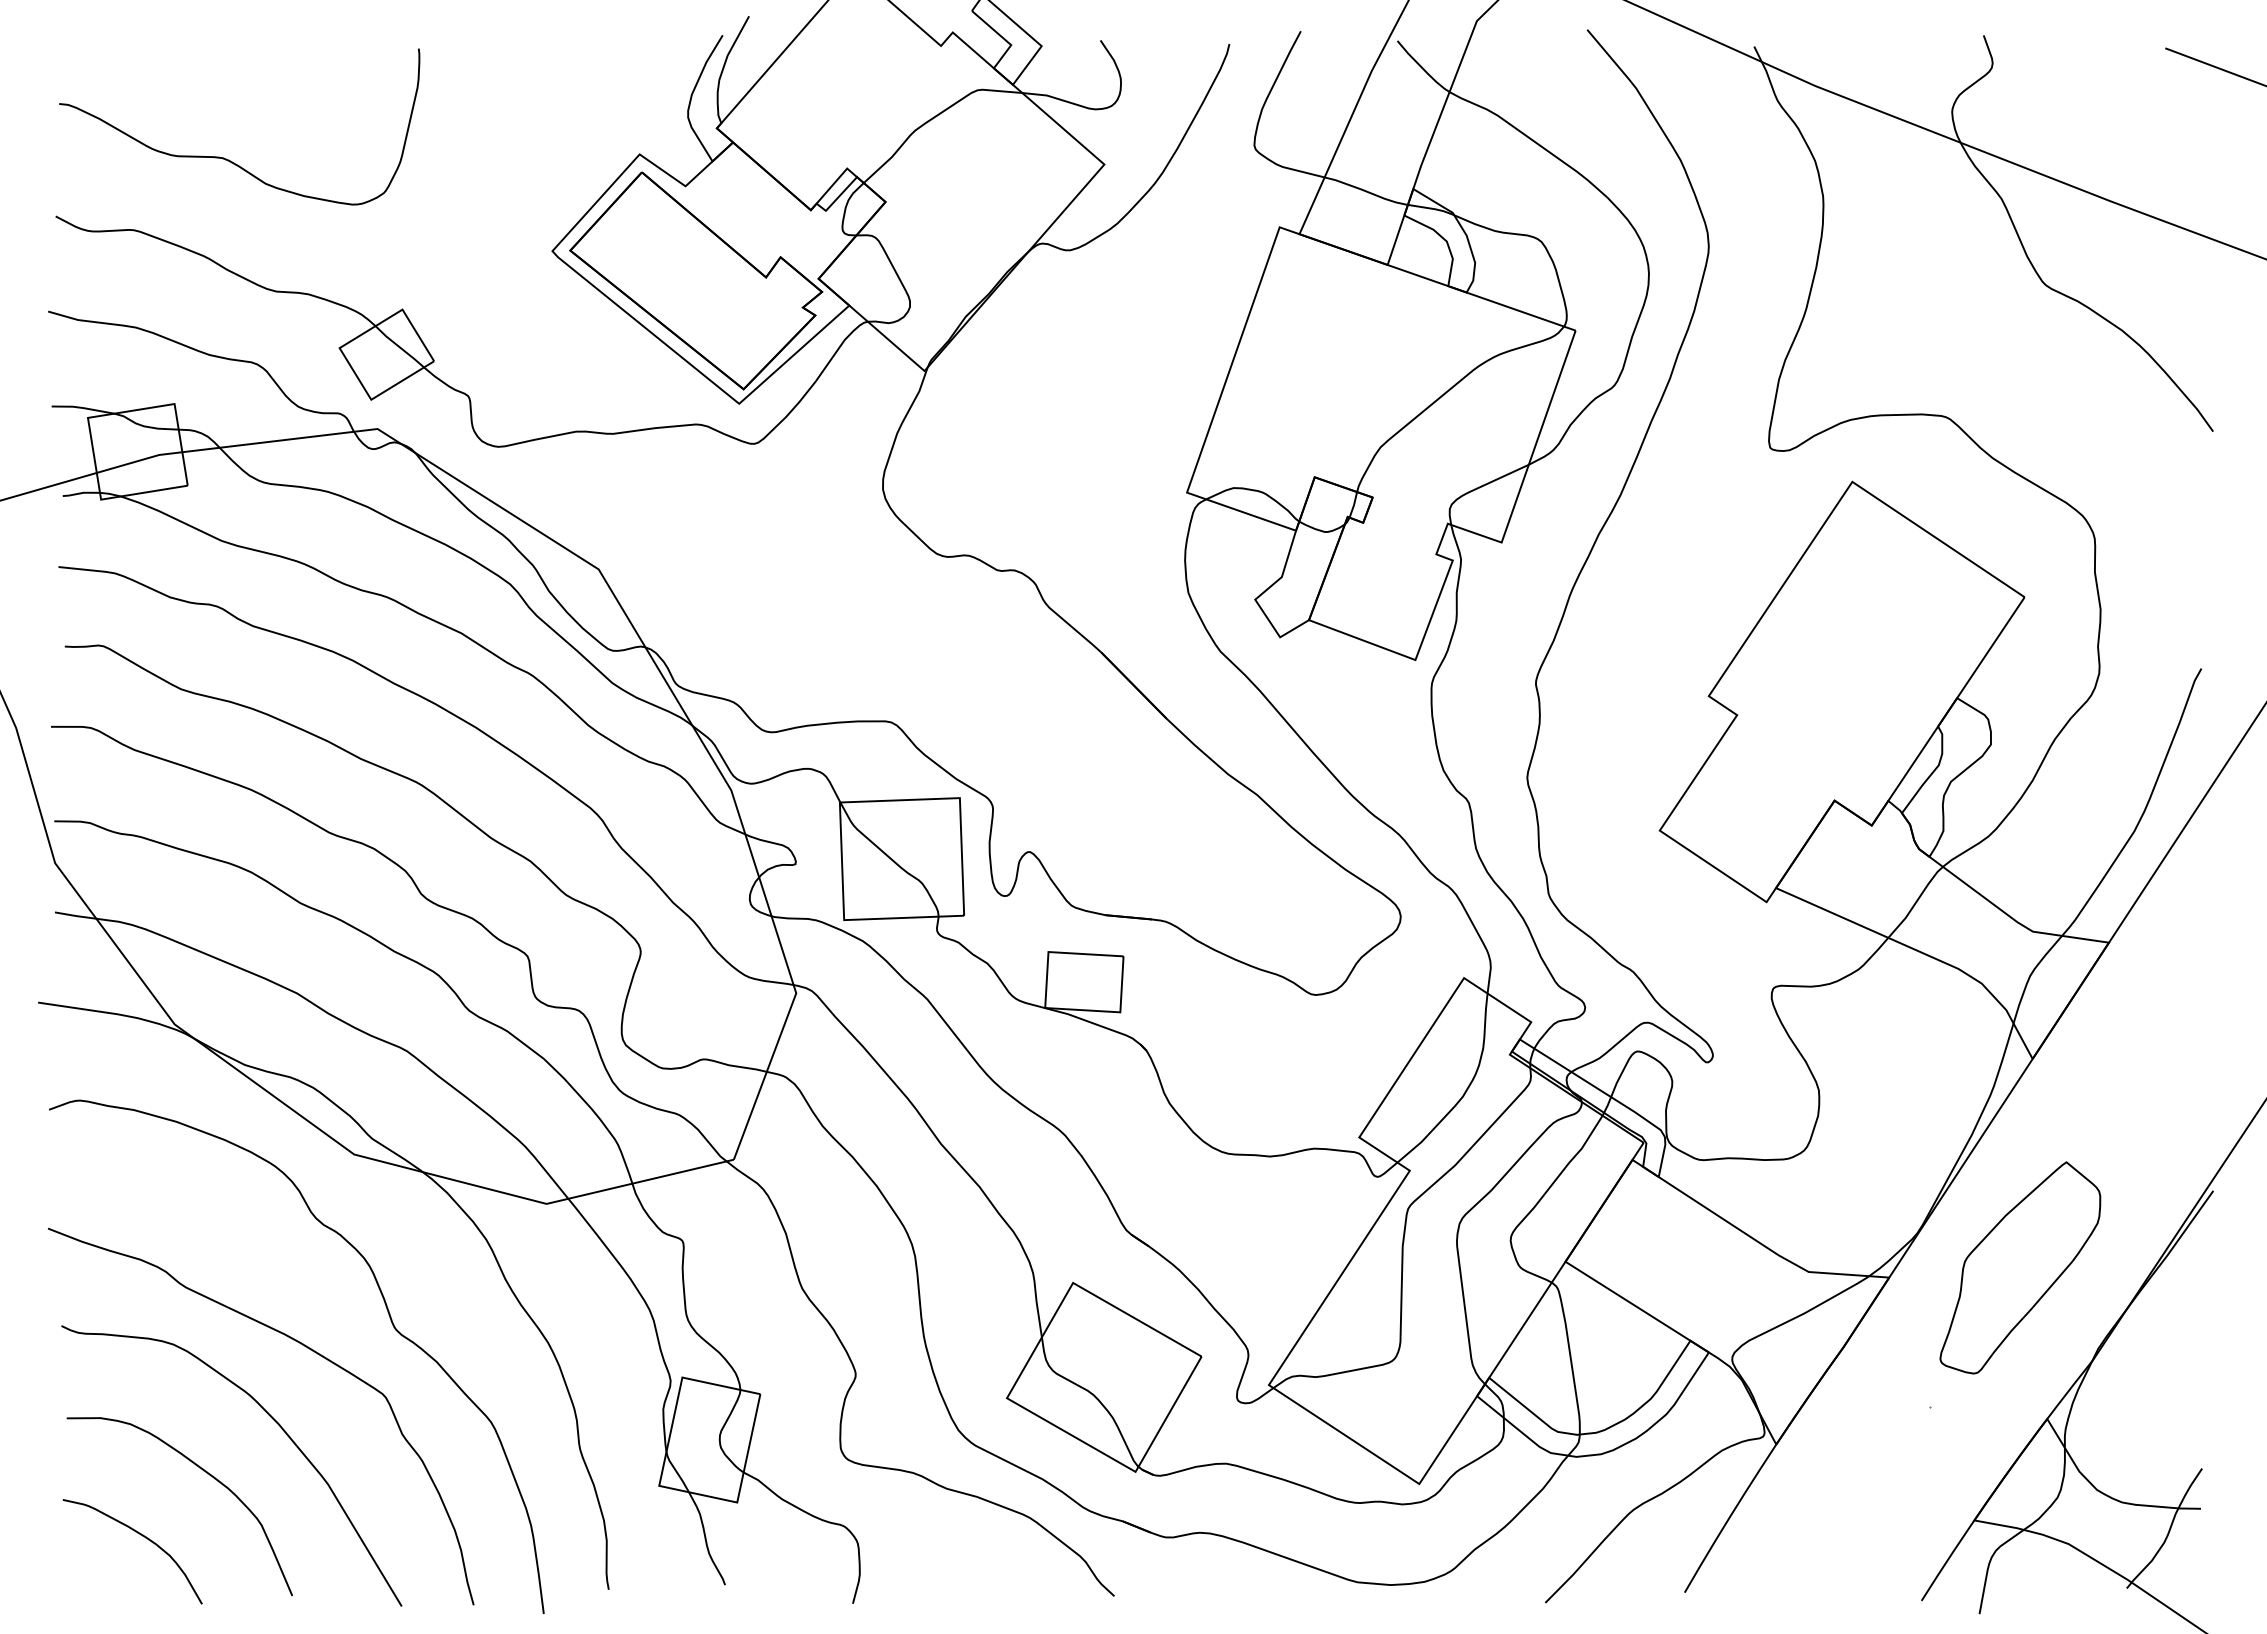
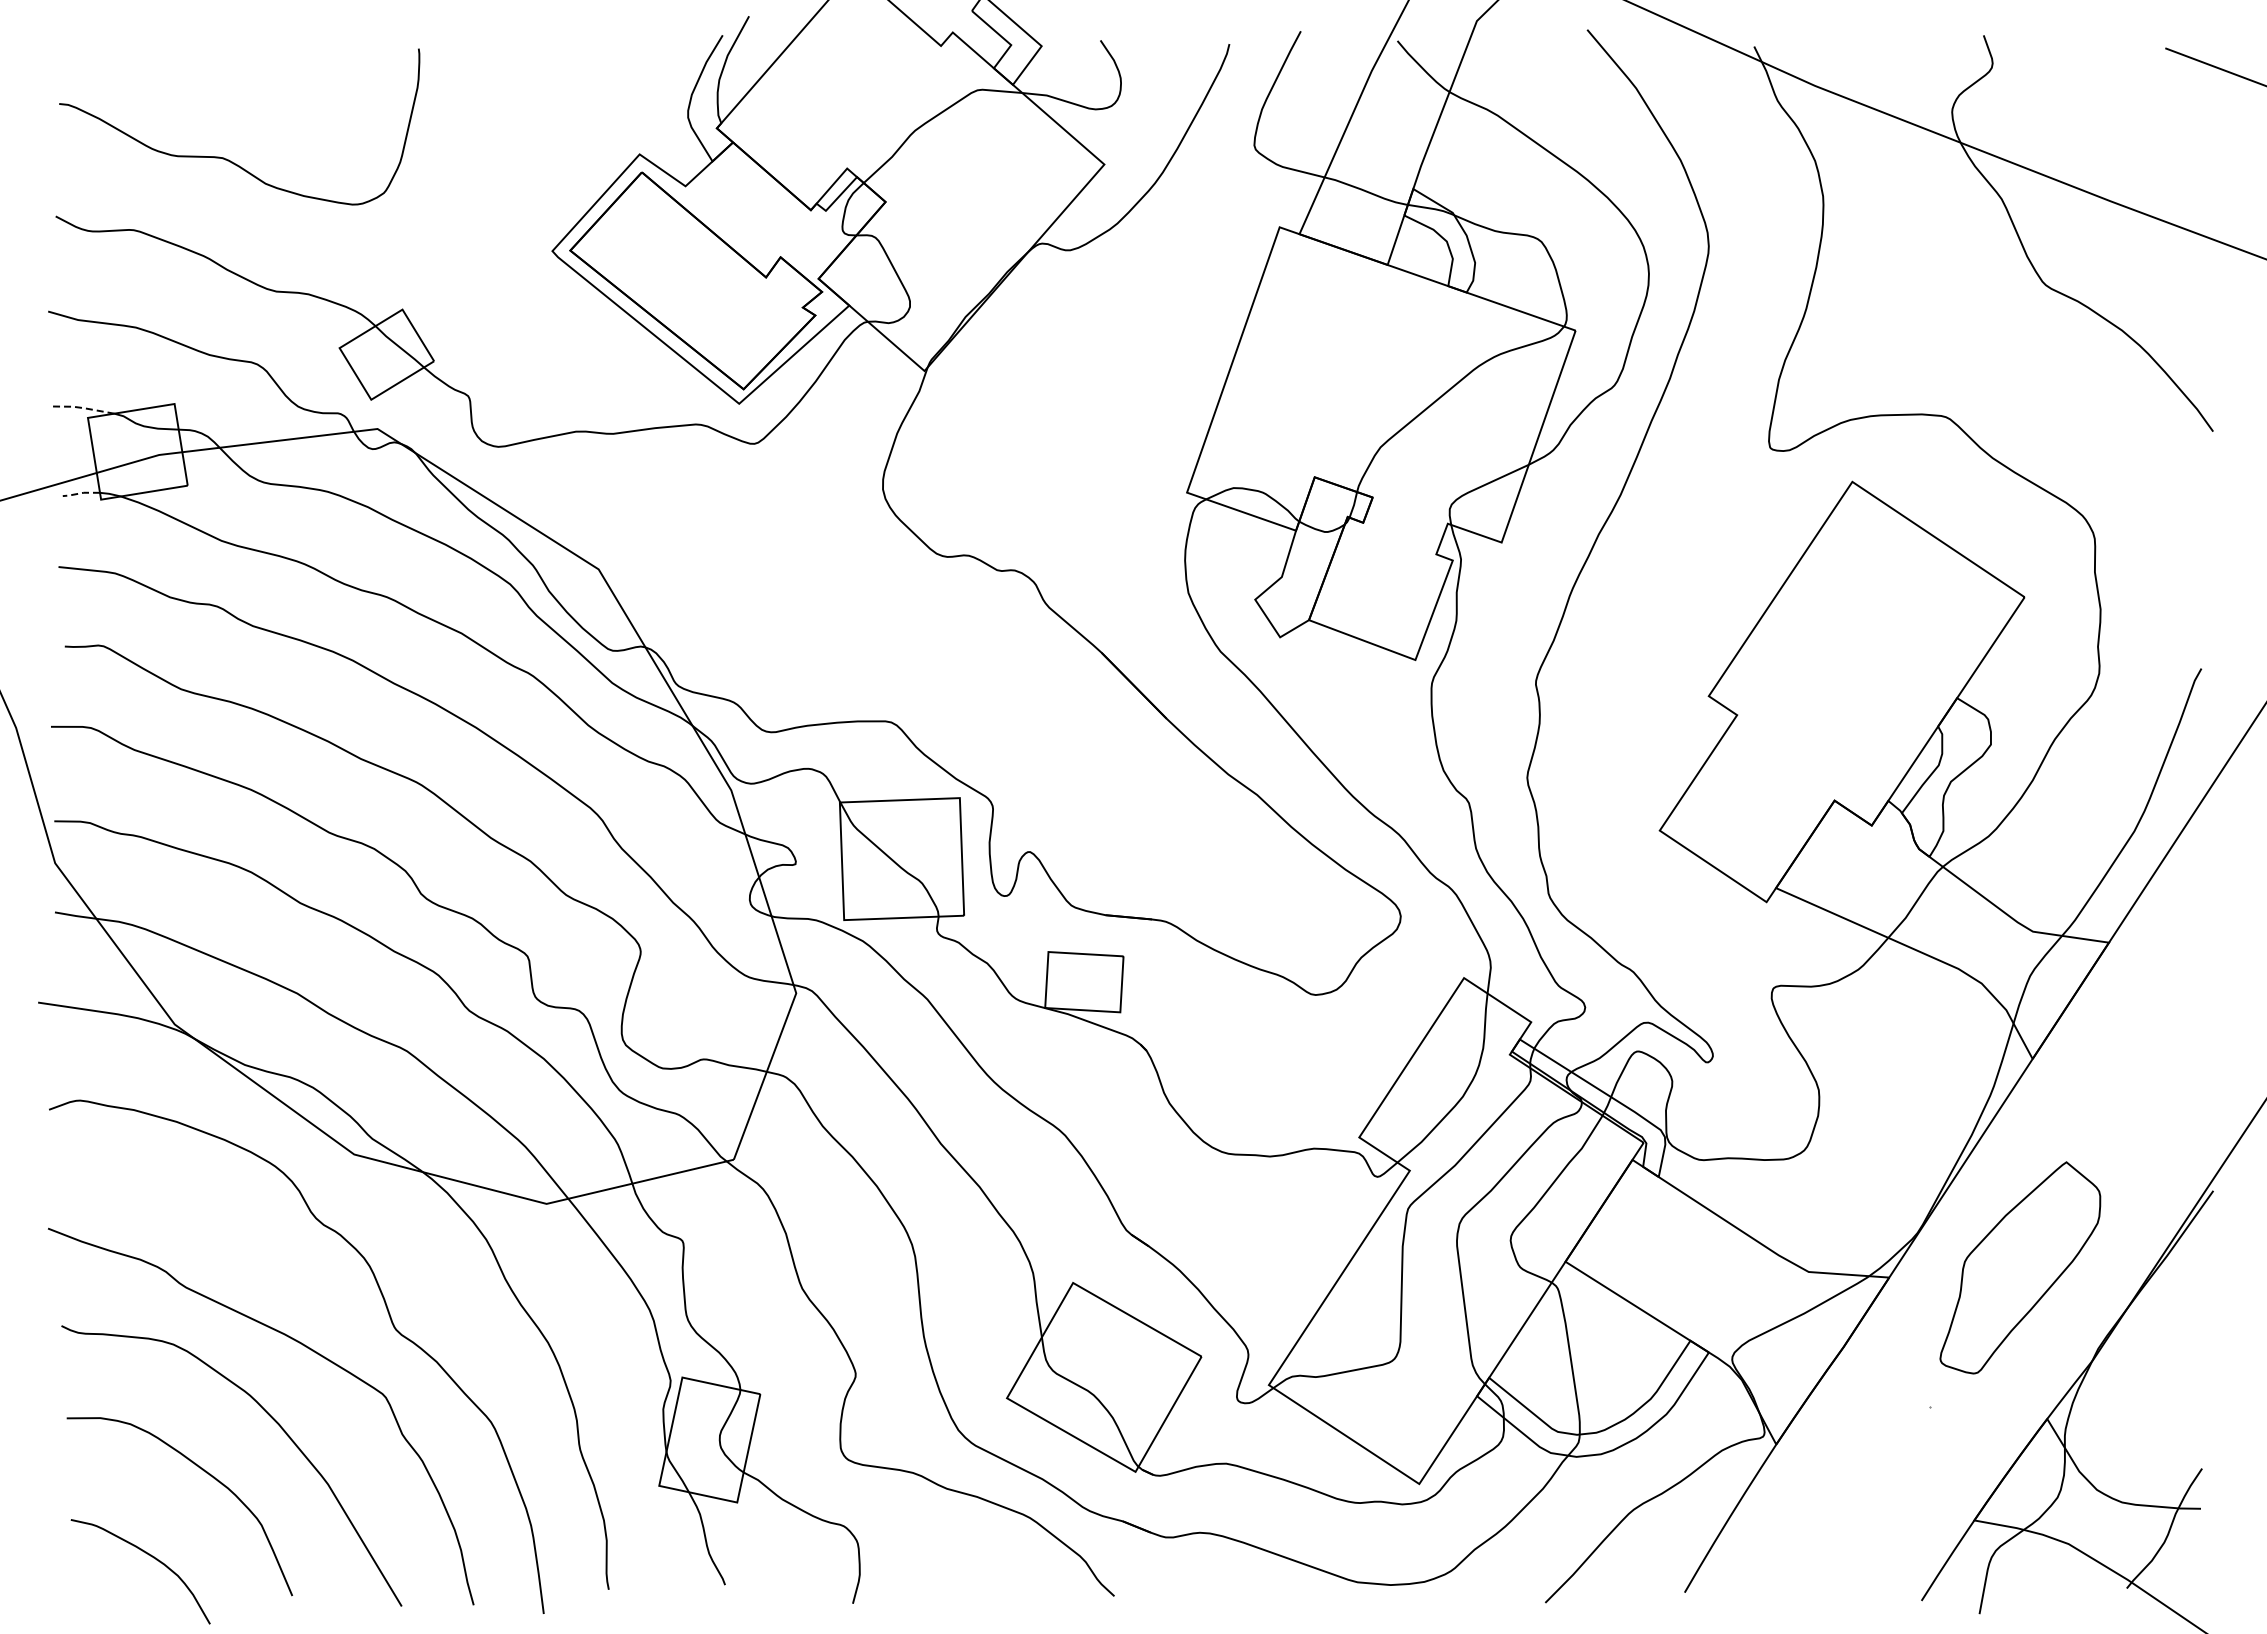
line at (82, 408): solid -> dashed
line at (81, 493): solid -> dashed
curve at (140, 1535) position: (140, 1535) -> (148, 1555)
